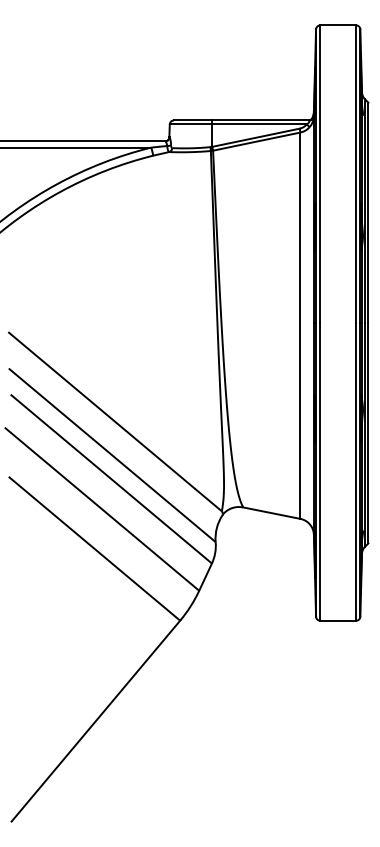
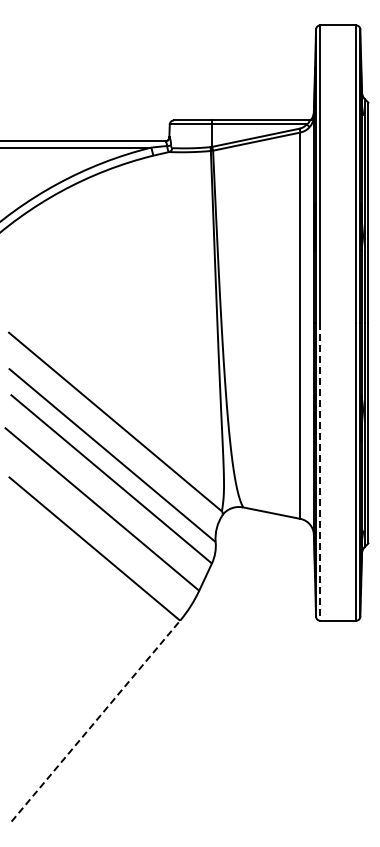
line at (320, 471): solid -> dashed
line at (96, 720): solid -> dashed
